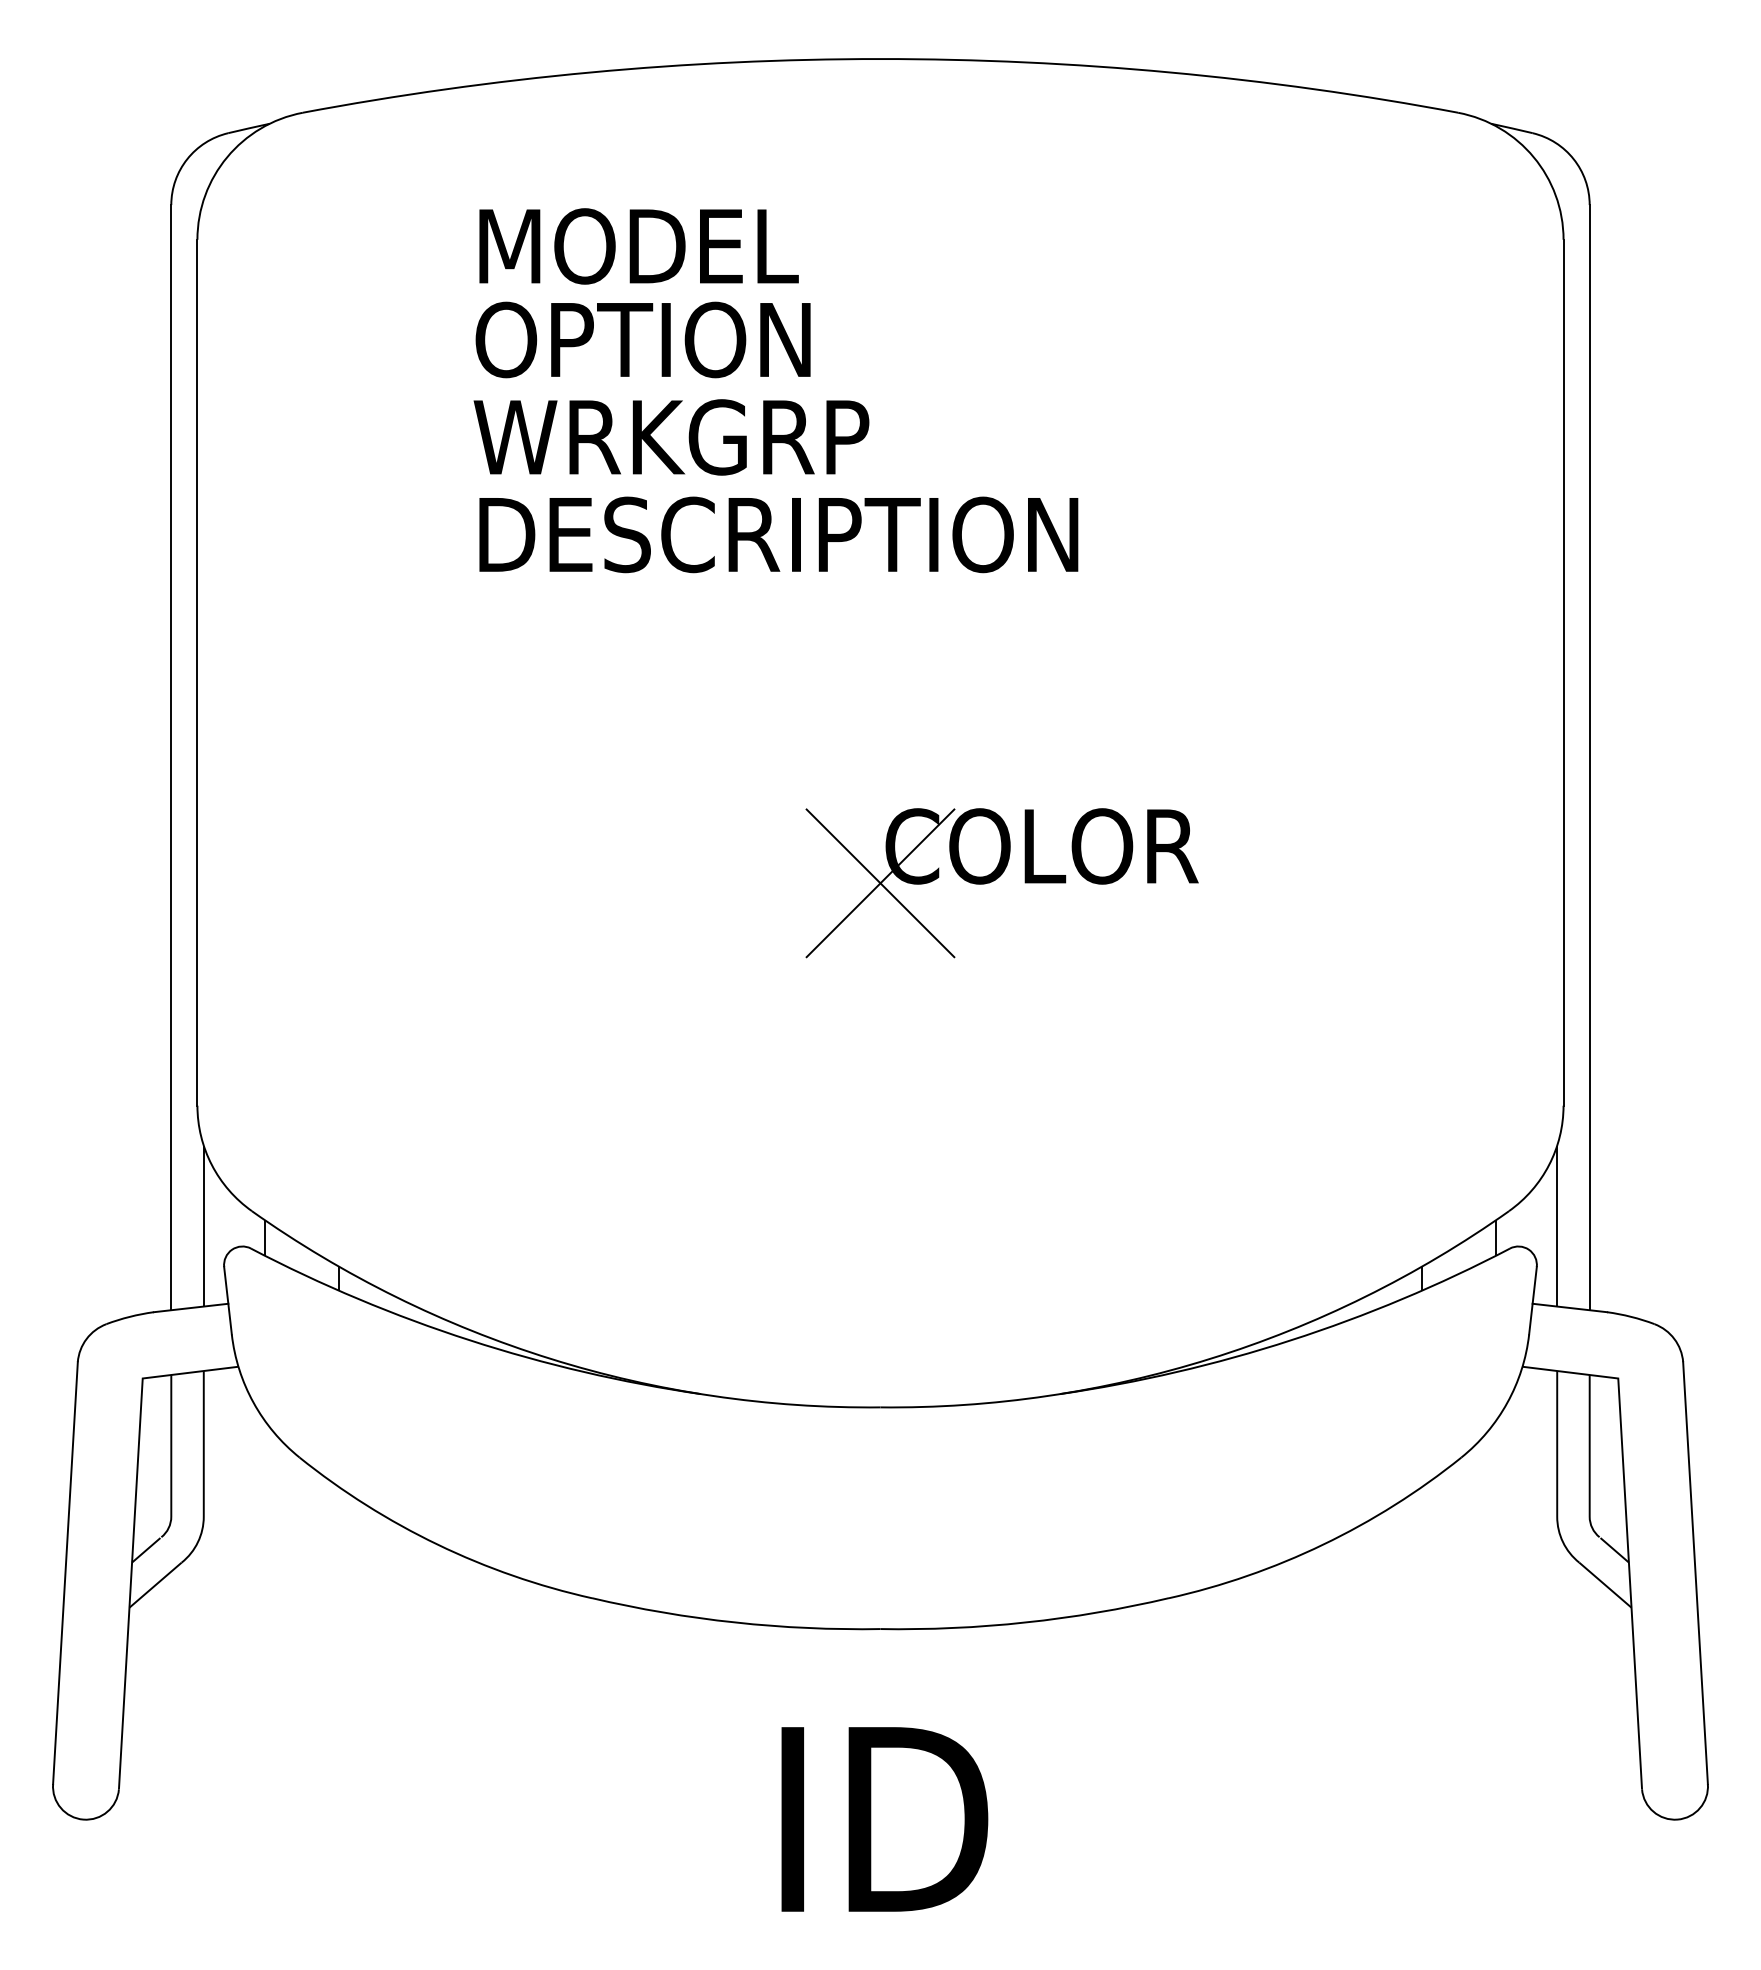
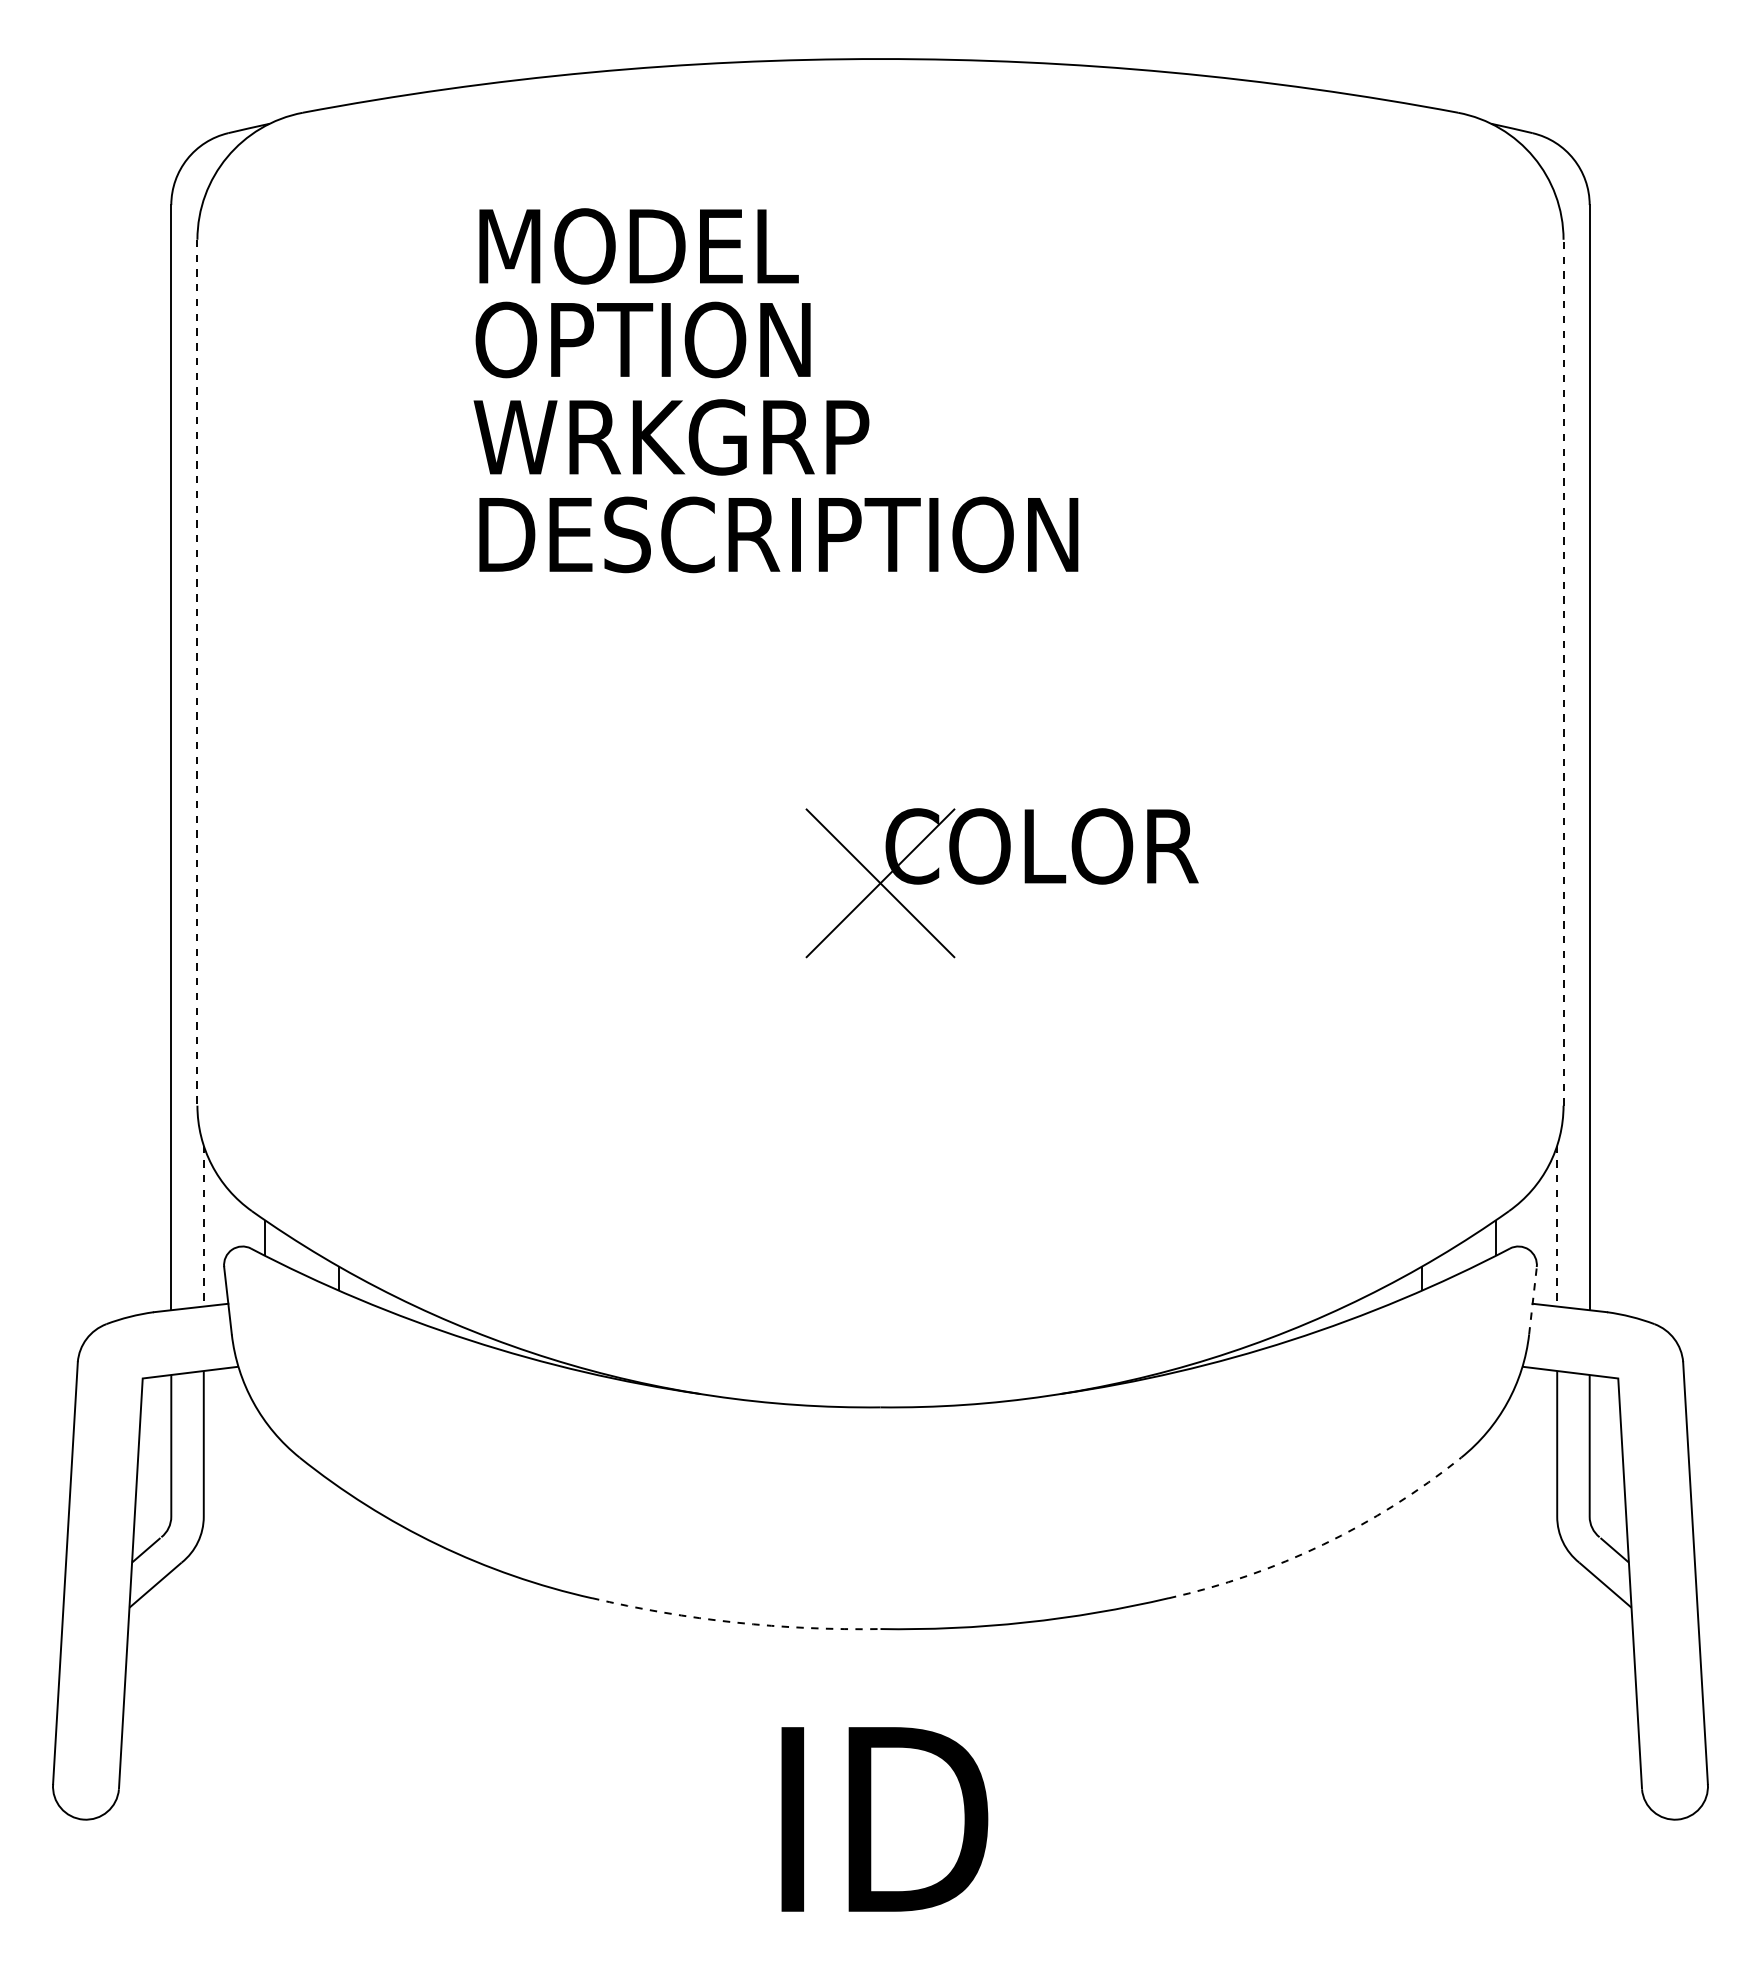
line at (197, 672): solid -> dashed
line at (1563, 672): solid -> dashed
line at (203, 1226): solid -> dashed
line at (1557, 1226): solid -> dashed
line at (1532, 1300): solid -> dashed
arc at (1323, 1544): solid -> dashed
arc at (735, 1622): solid -> dashed
